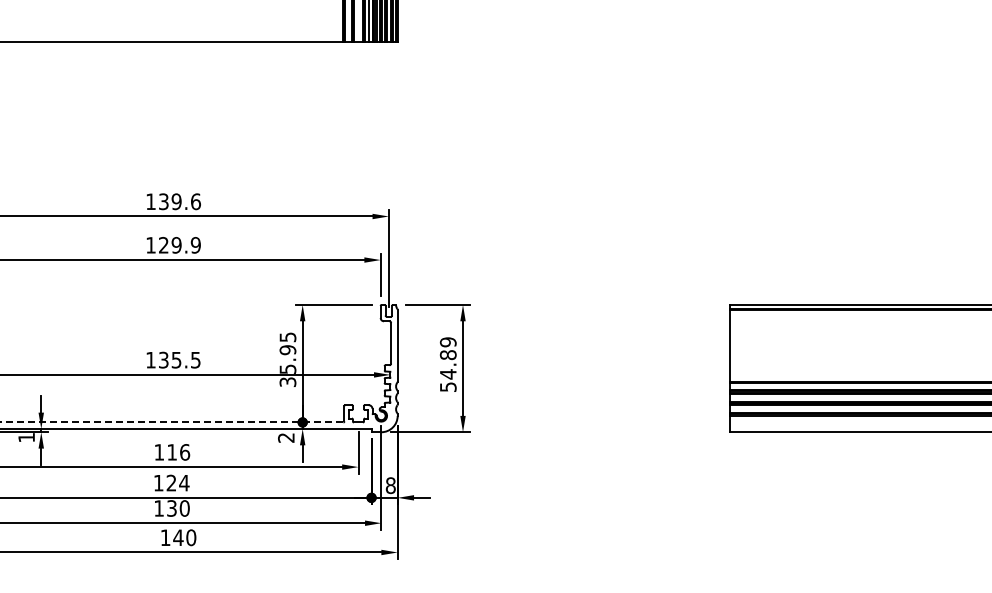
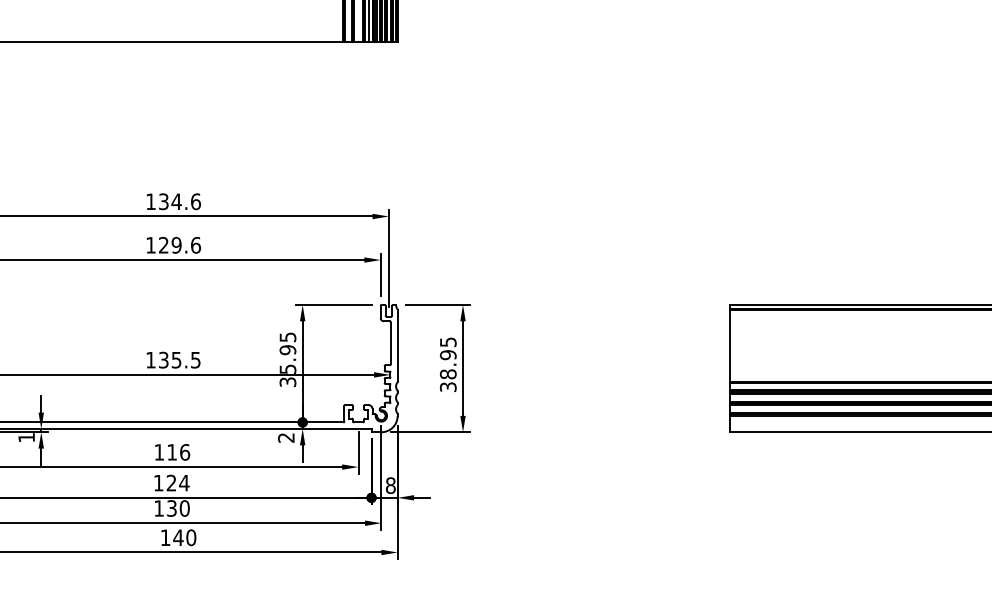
text at (176, 201): 139.6 -> 134.6
text at (195, 245): 129.9 -> 129.6
text at (447, 364): 54.89 -> 38.95
line at (171, 422): dashed -> solid
